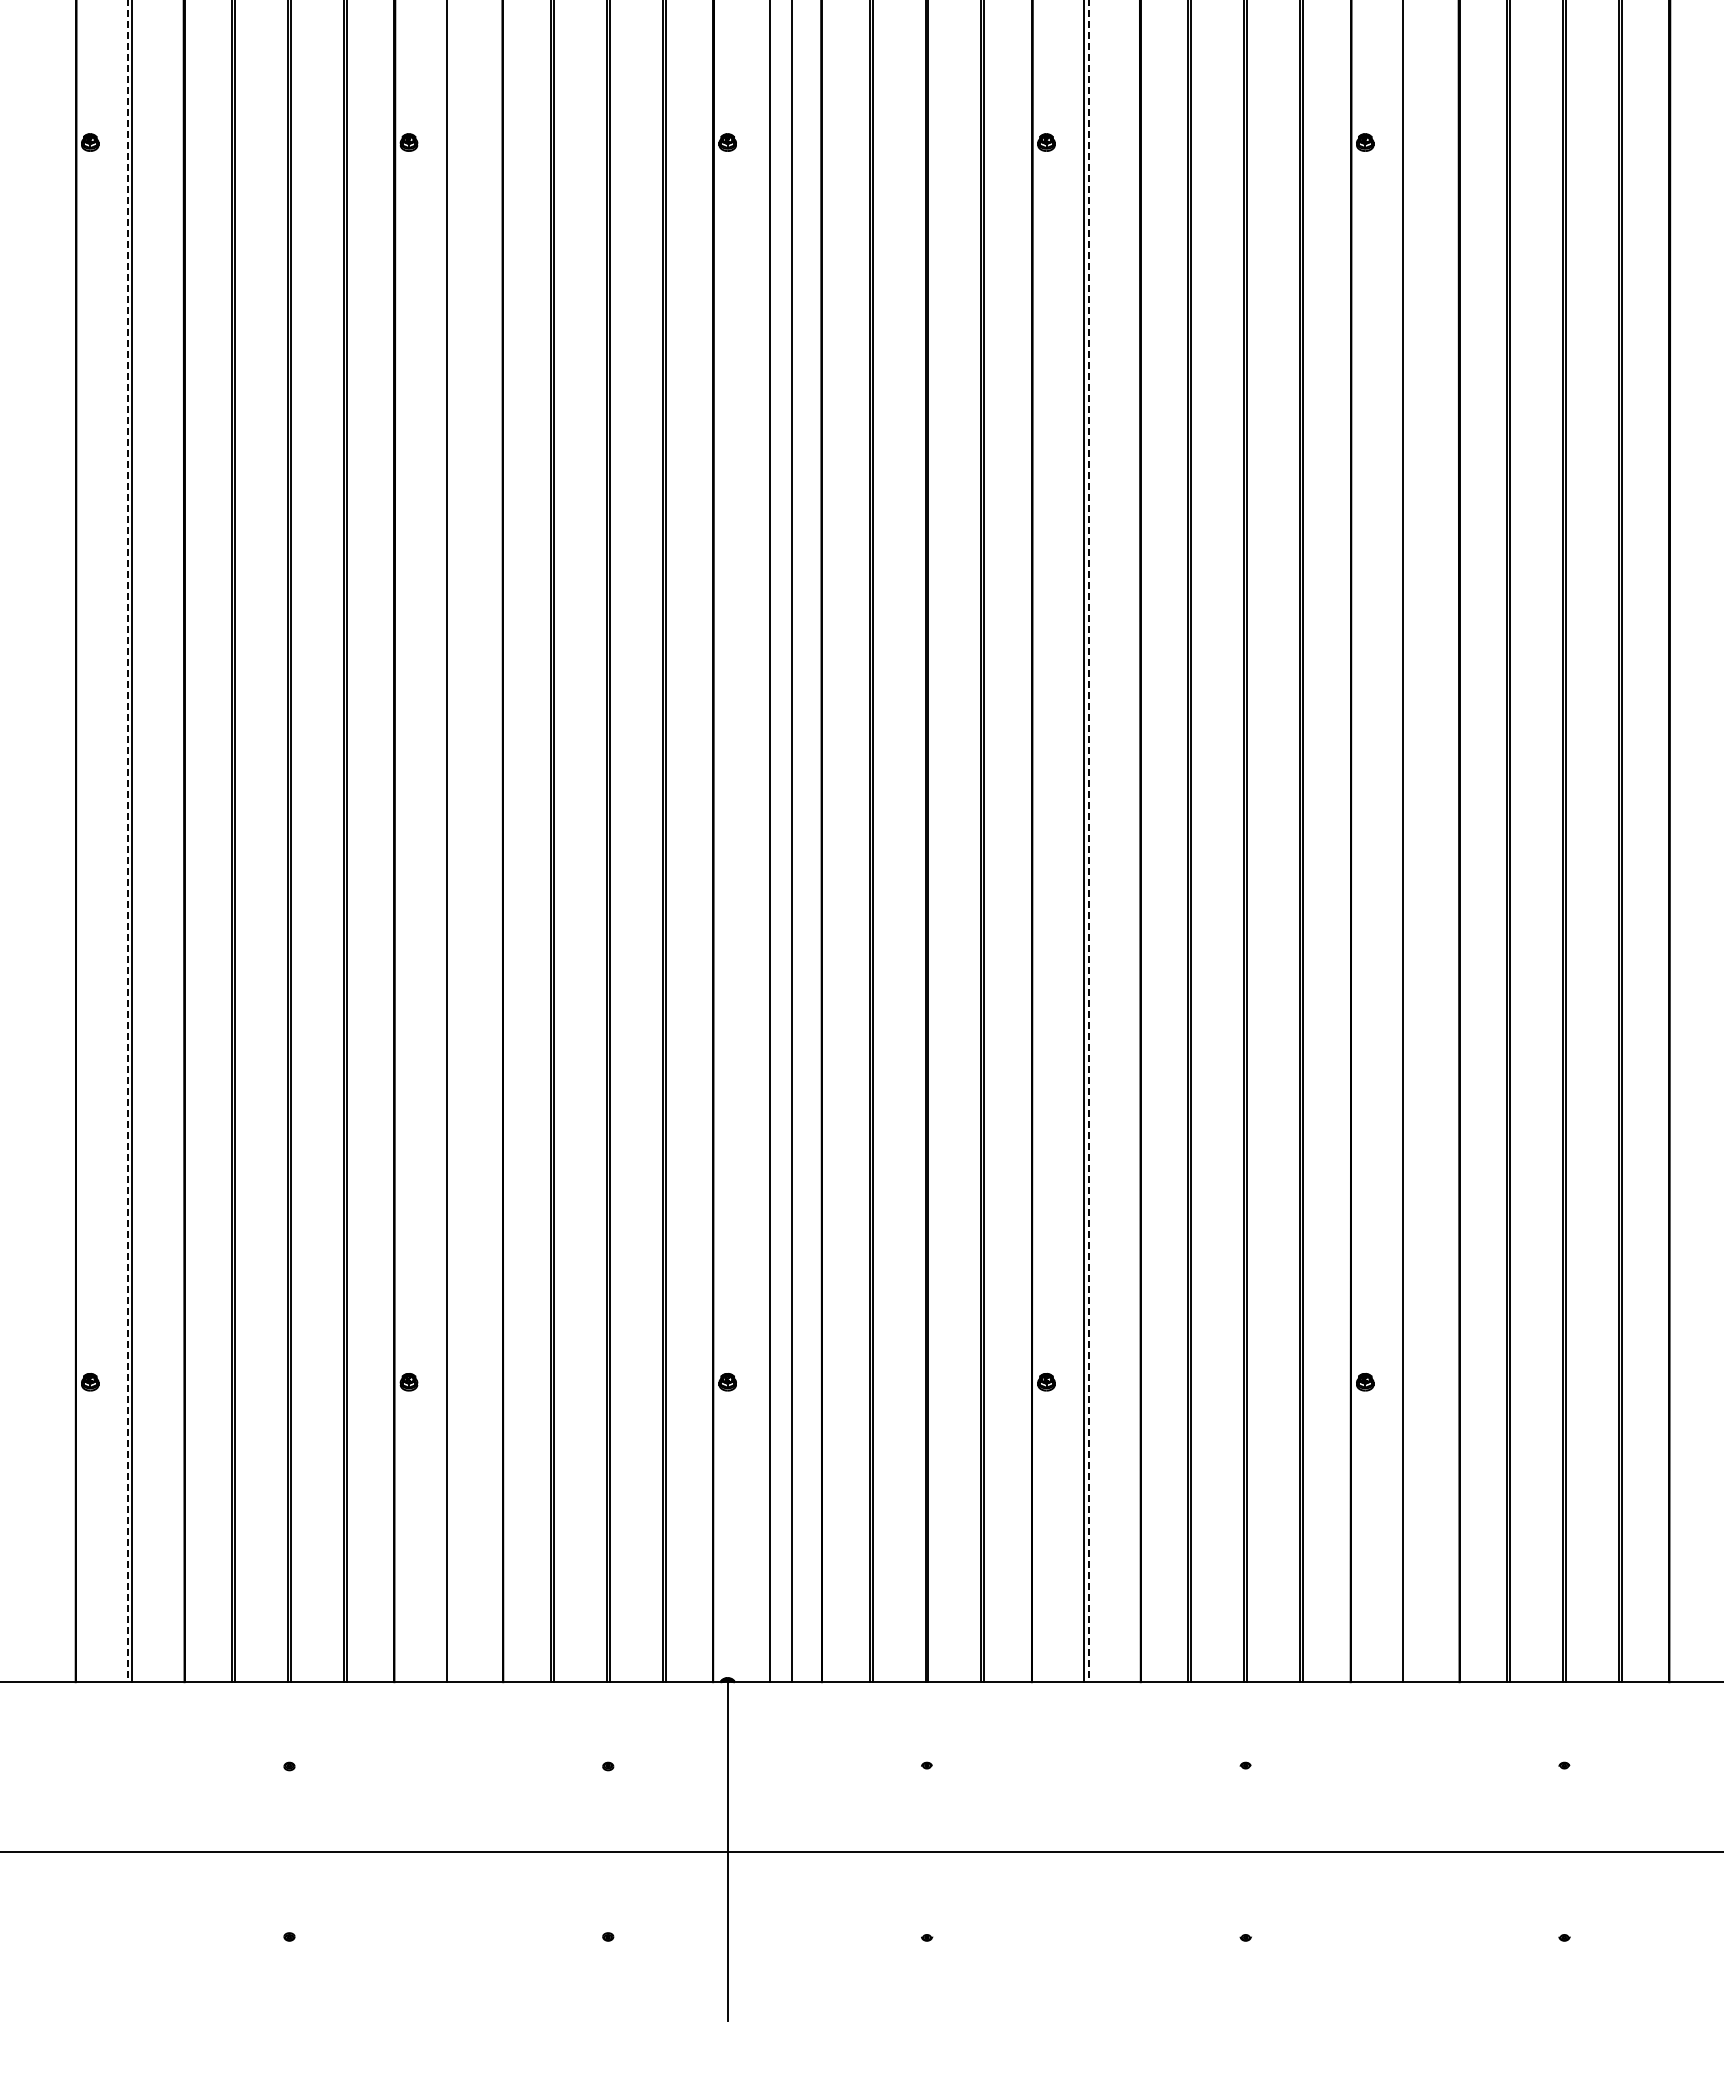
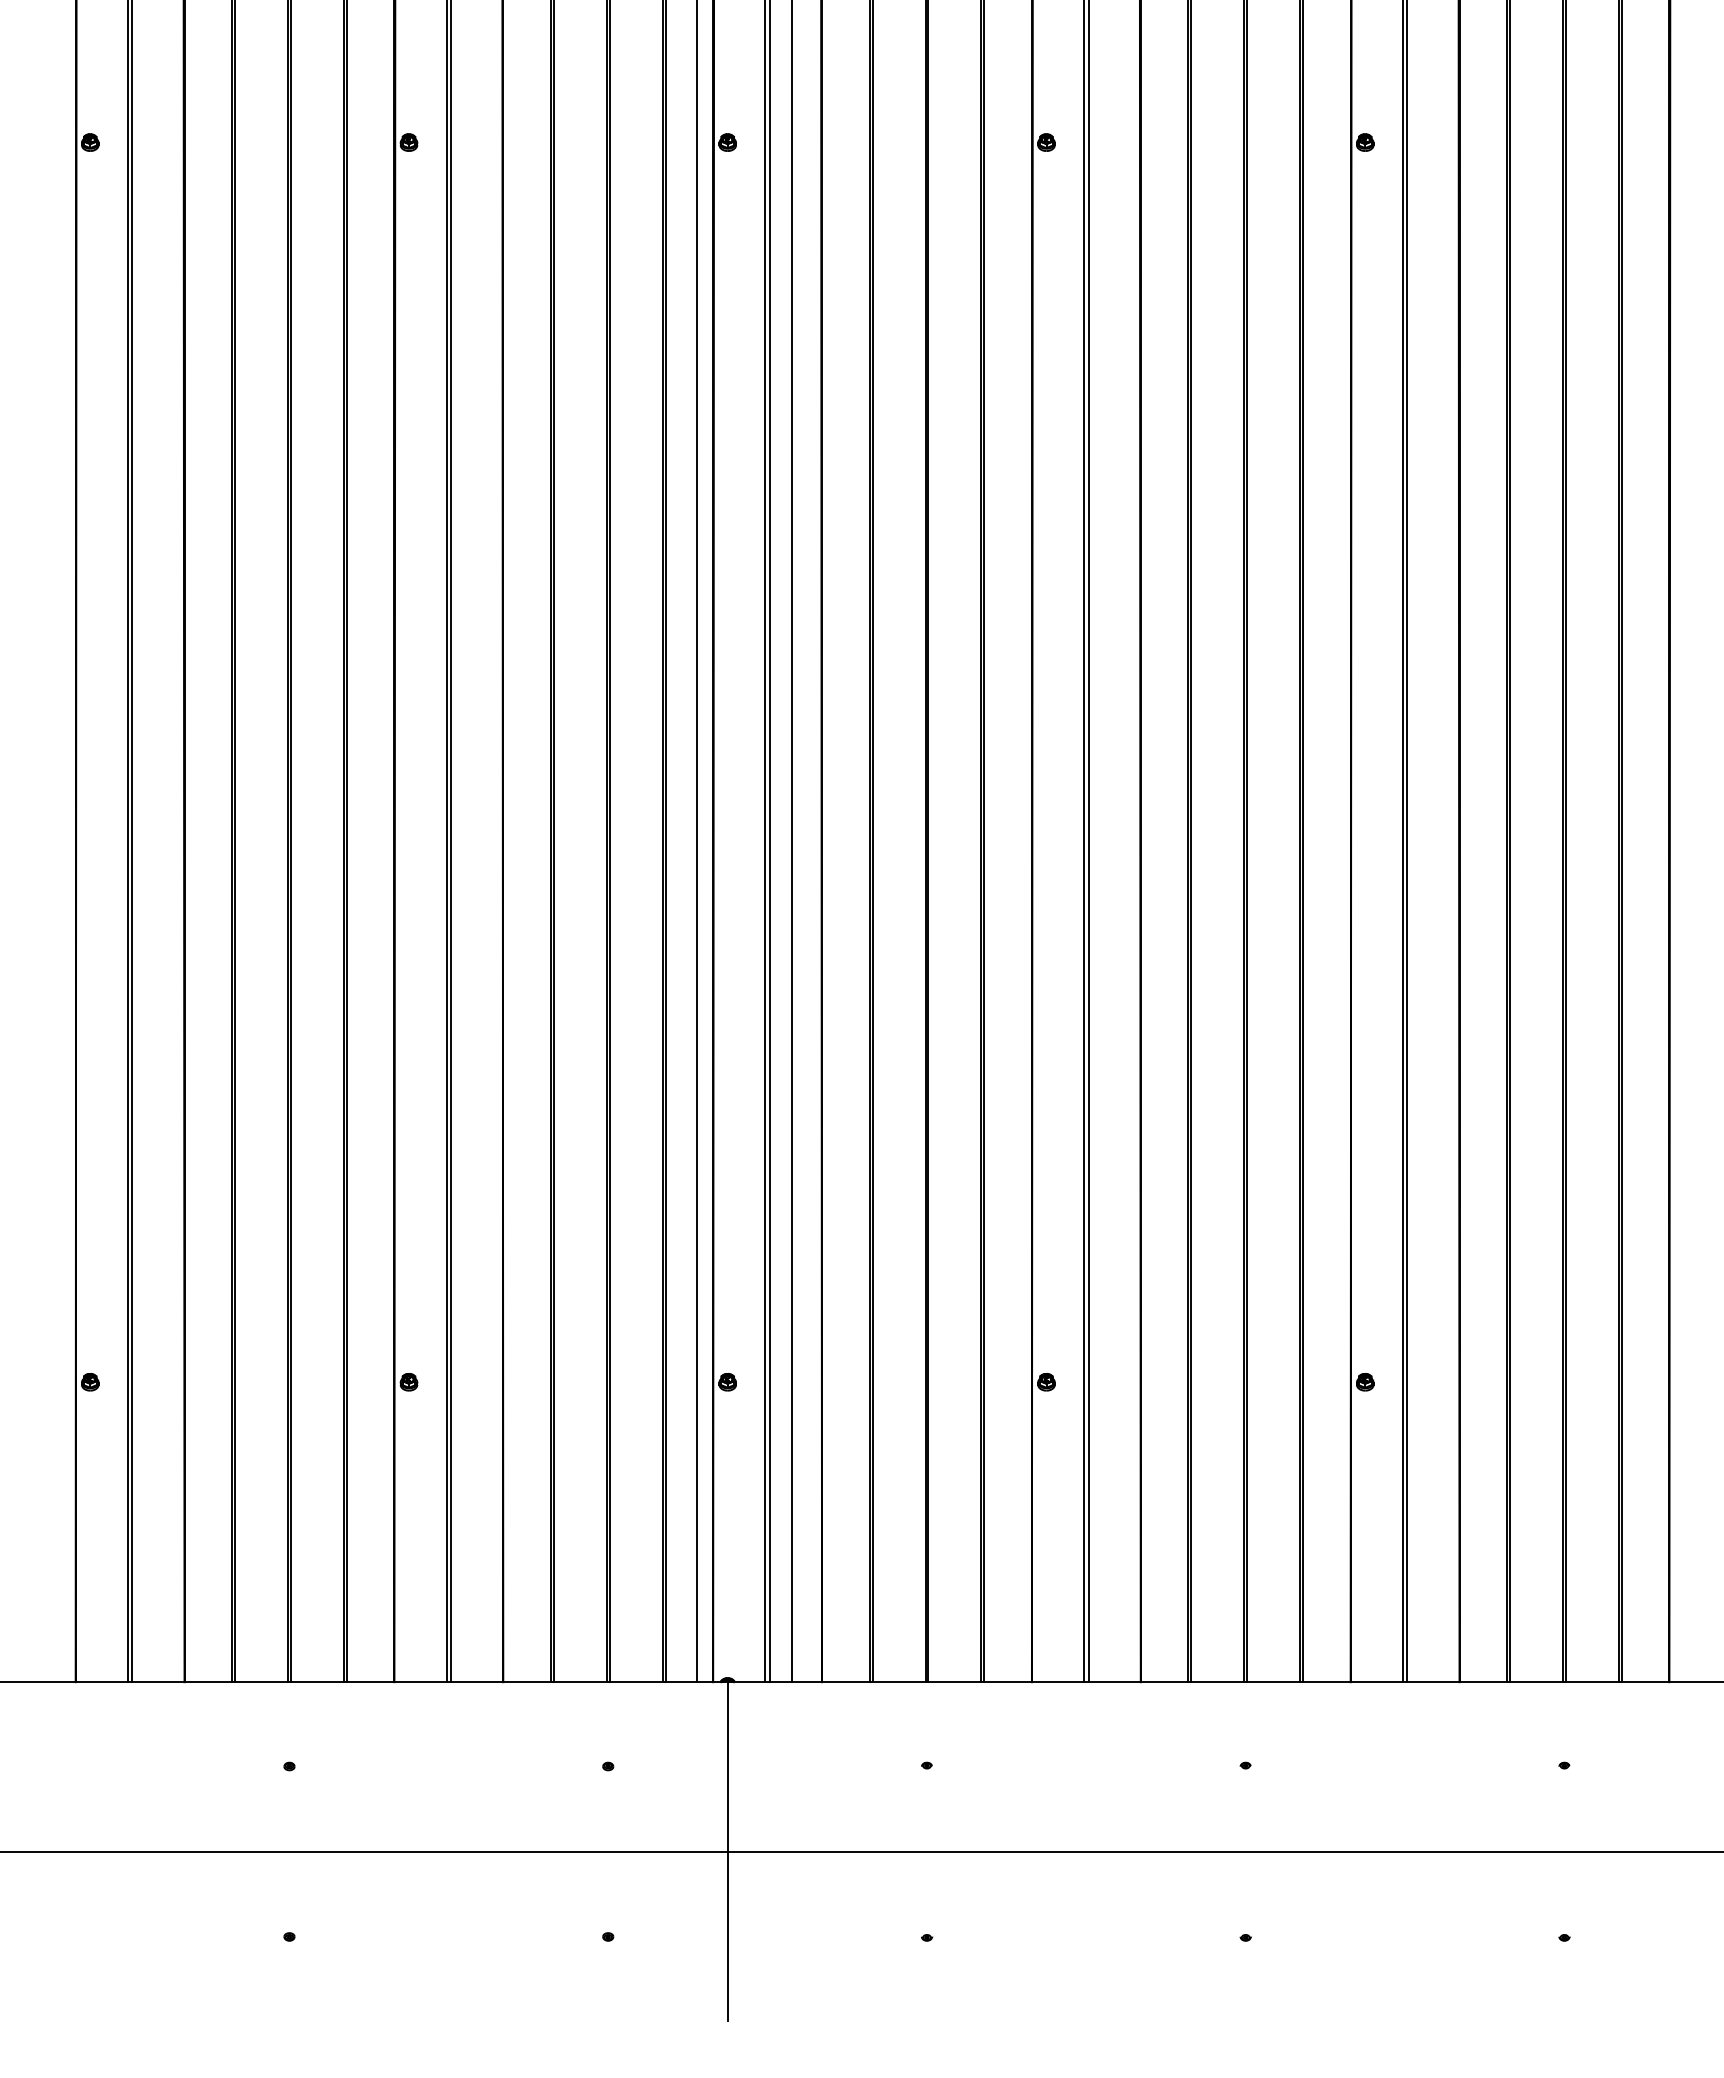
line at (127, 841): dashed -> solid
line at (1088, 841): dashed -> solid
line at (451, 842): none -> present
line at (696, 842): none -> present
line at (765, 842): none -> present
line at (1407, 842): none -> present
